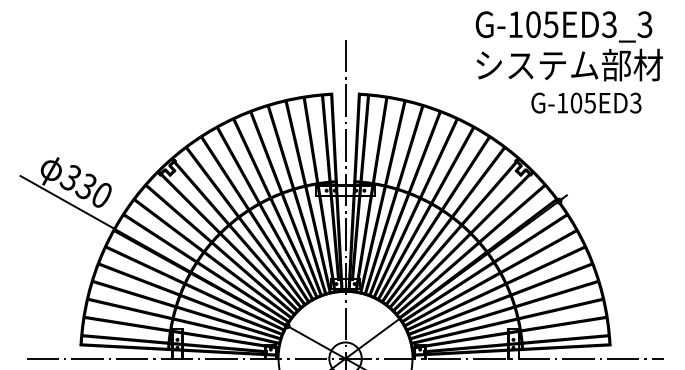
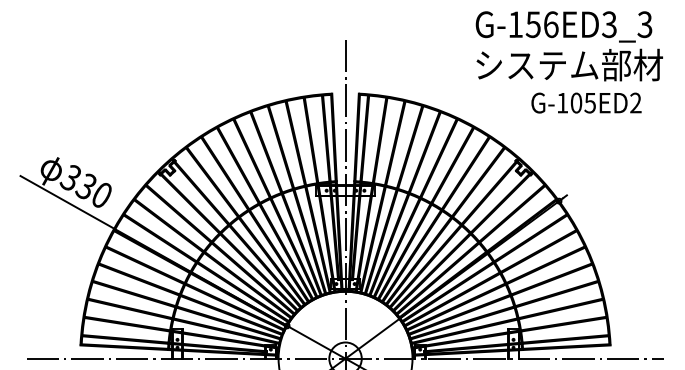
text at (541, 24): G-105ED3_3 -> G-156ED3_3
text at (635, 103): G-105ED3 -> G-105ED2
